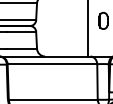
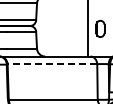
part at (103, 20) position: (103, 20) -> (100, 28)
line at (52, 64): solid -> dashed
